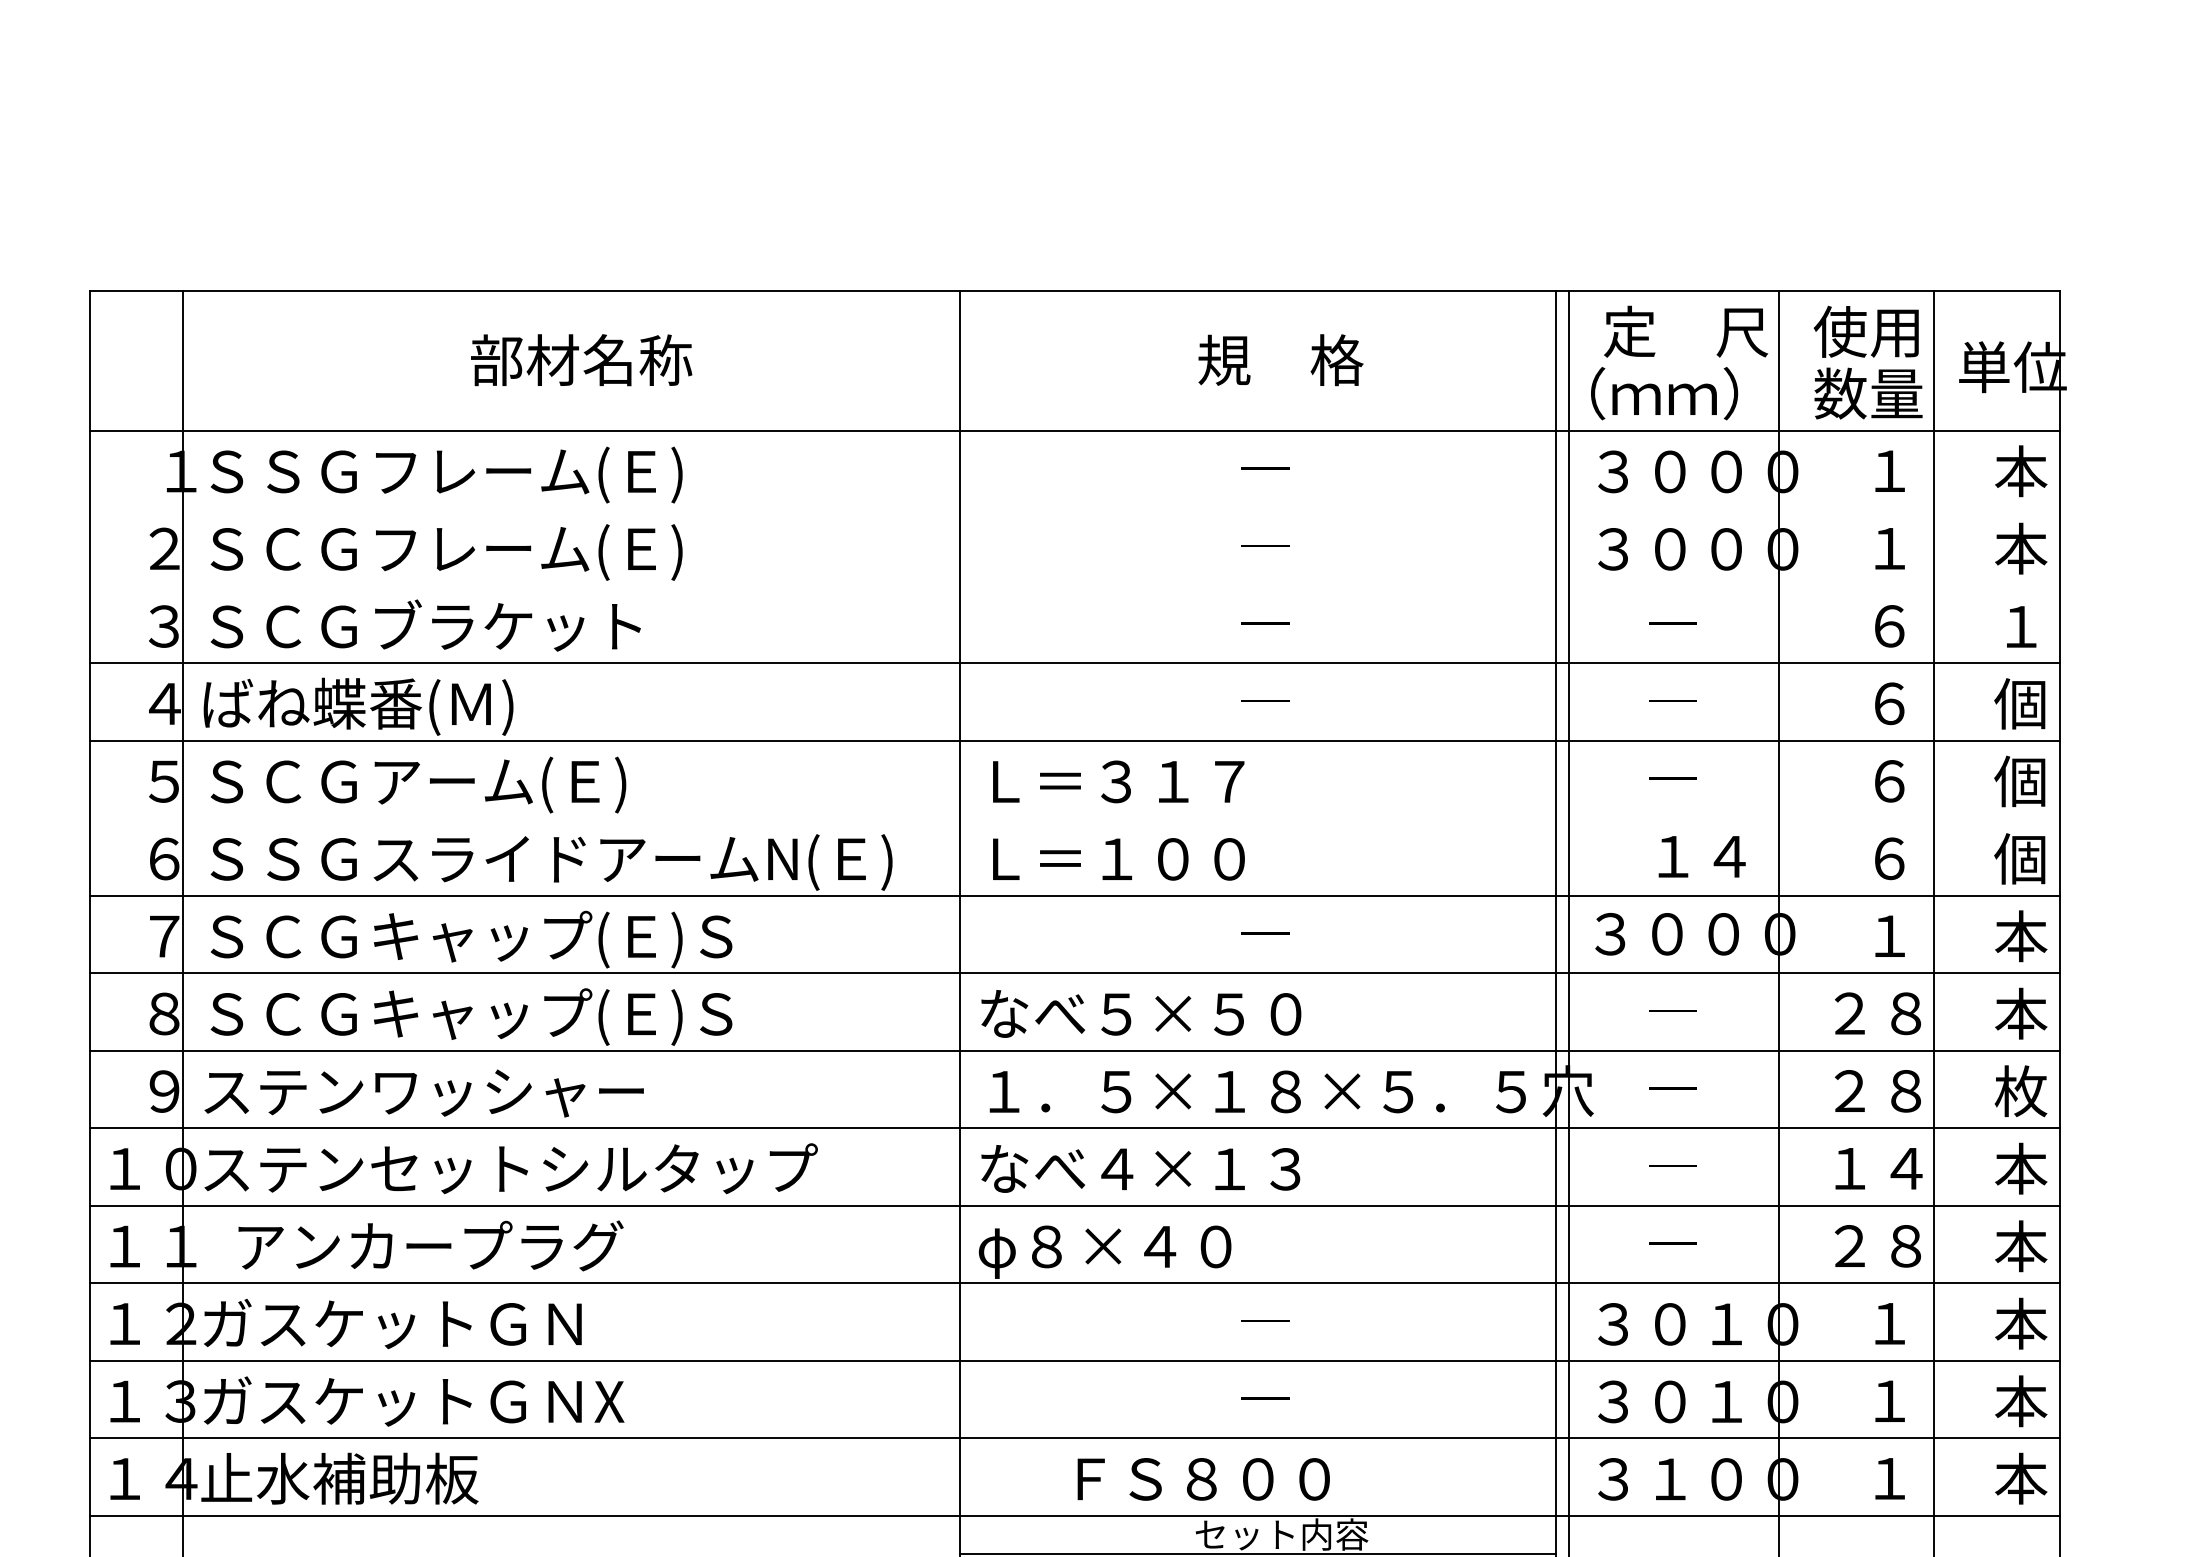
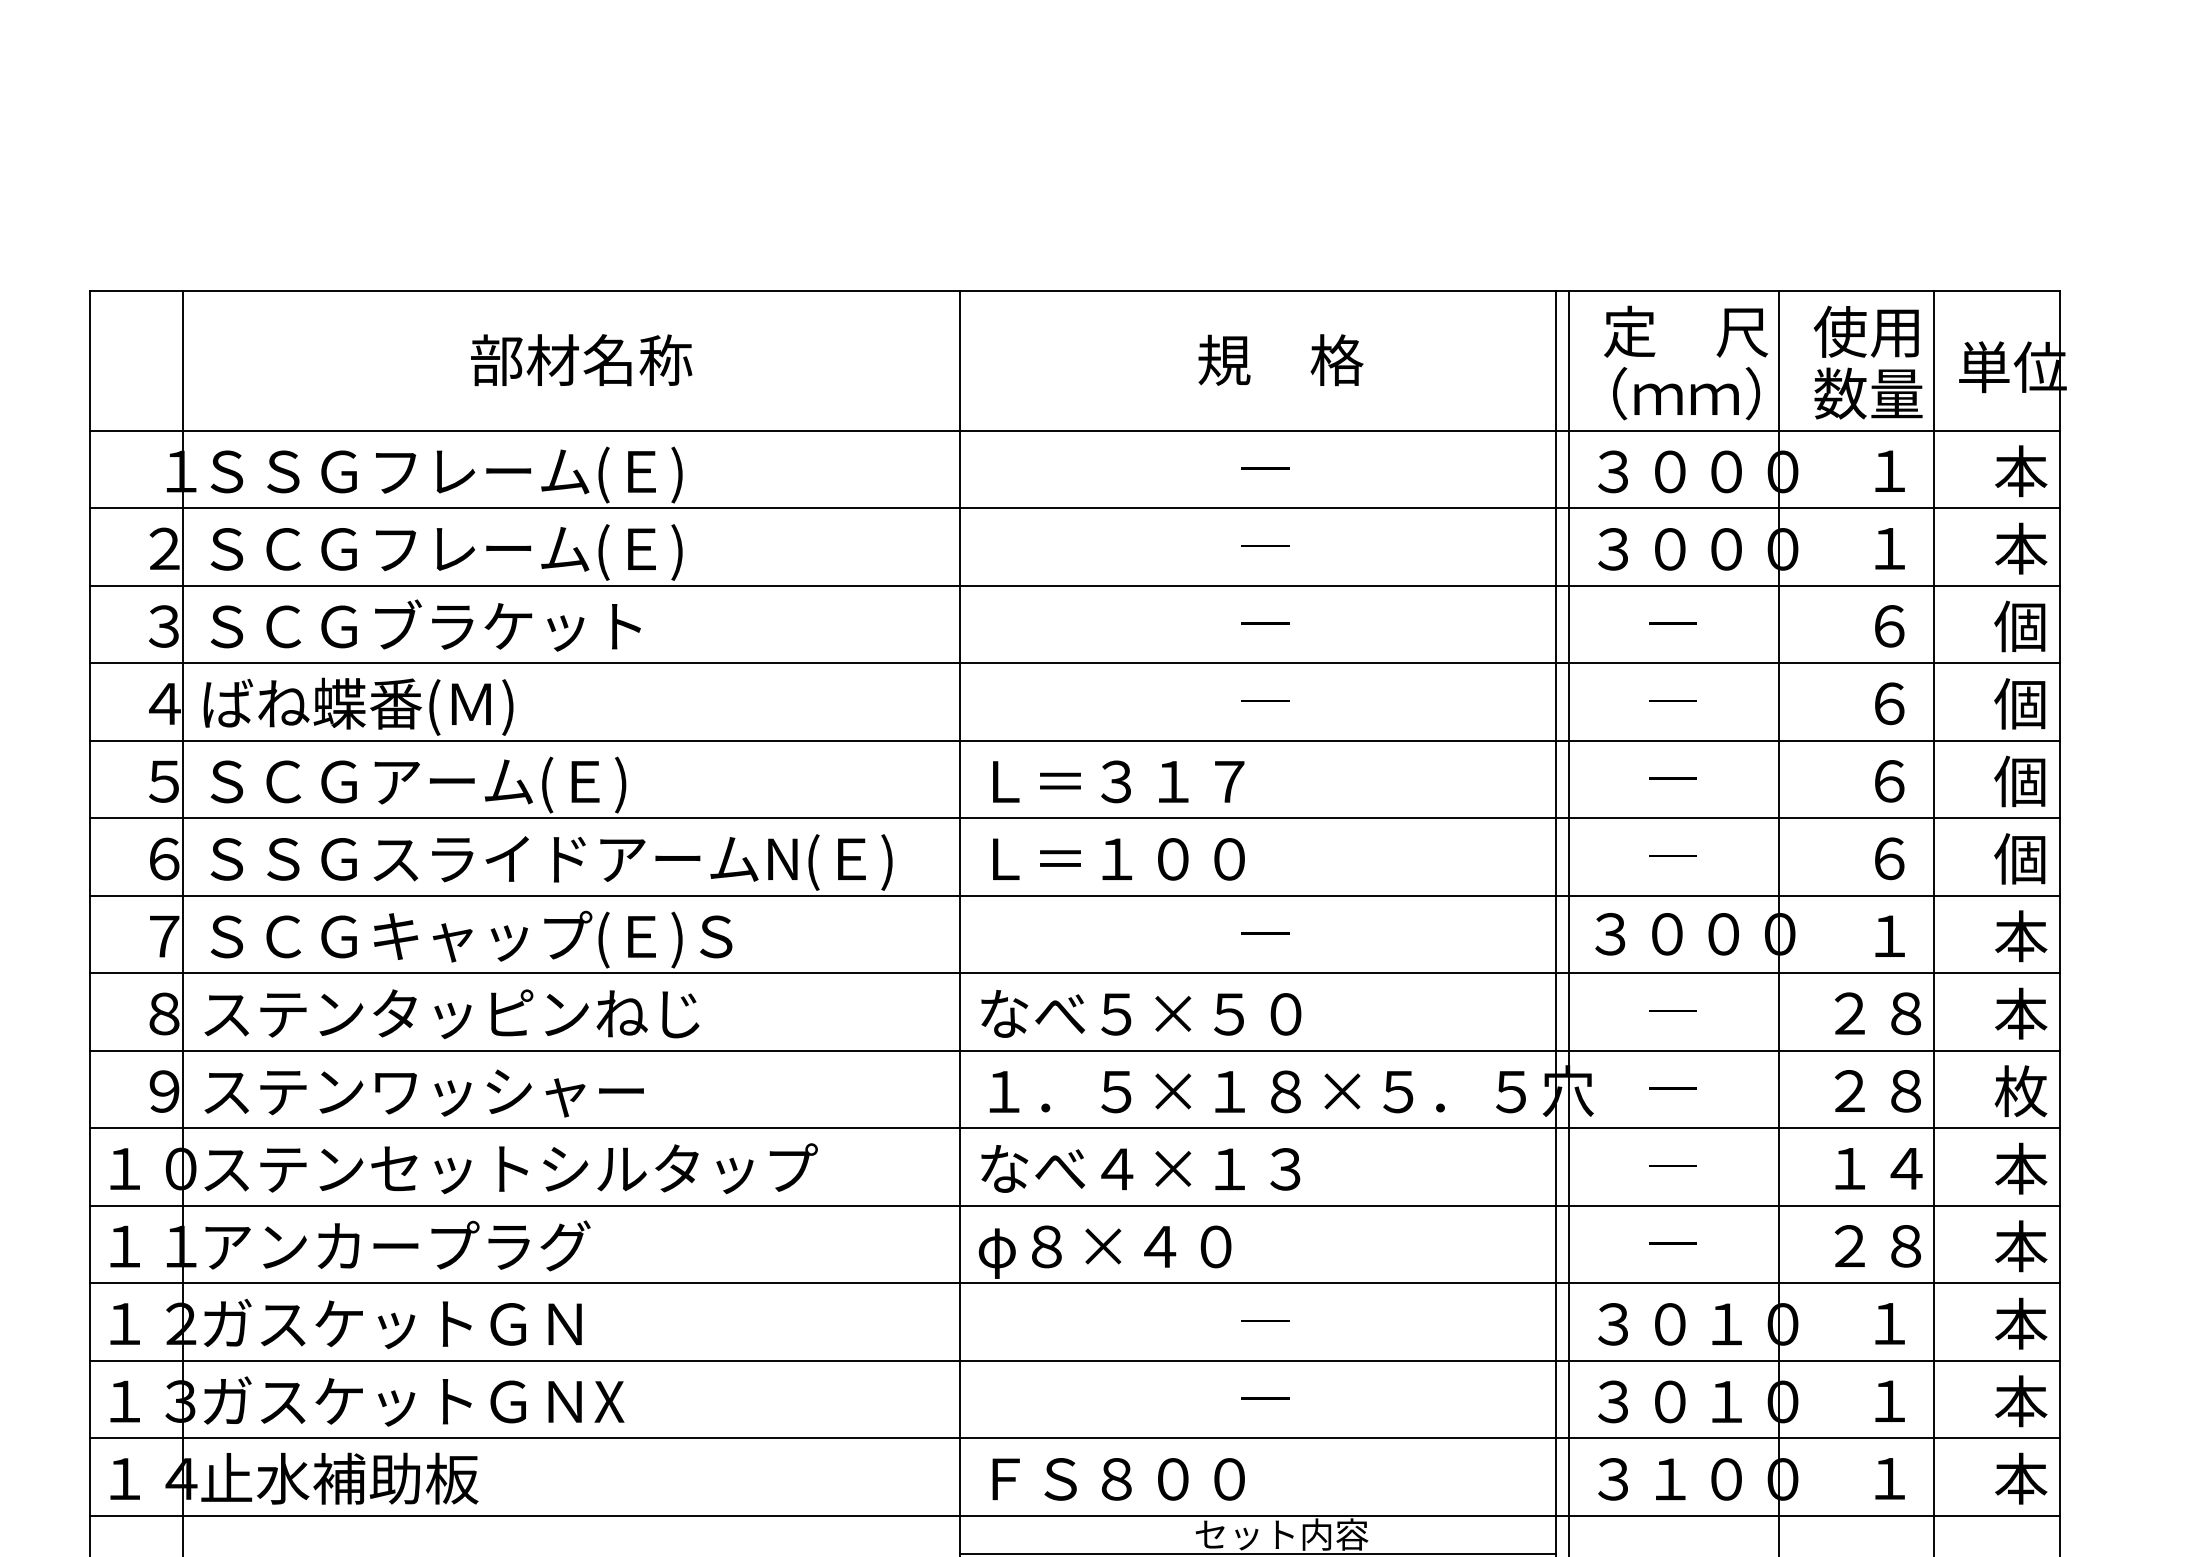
text at (1664, 393) position: (1664, 393) -> (1686, 393)
line at (1074, 508): none -> present
line at (1074, 585): none -> present
text at (2019, 626): １ -> 個
line at (1074, 818): none -> present
text at (1697, 856): １４ -> ―
text at (468, 1016): ＳＣＧキャップ(Ｅ)Ｓ -> ステンタッピンねじ
text at (430, 1245) position: (430, 1245) -> (397, 1245)
text at (1203, 1479) position: (1203, 1479) -> (1118, 1479)
